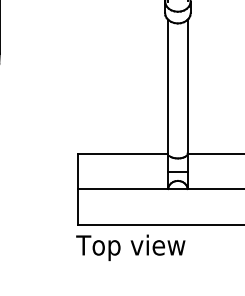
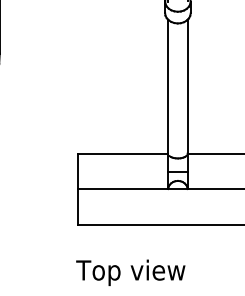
text at (130, 247) position: (130, 247) -> (130, 272)
